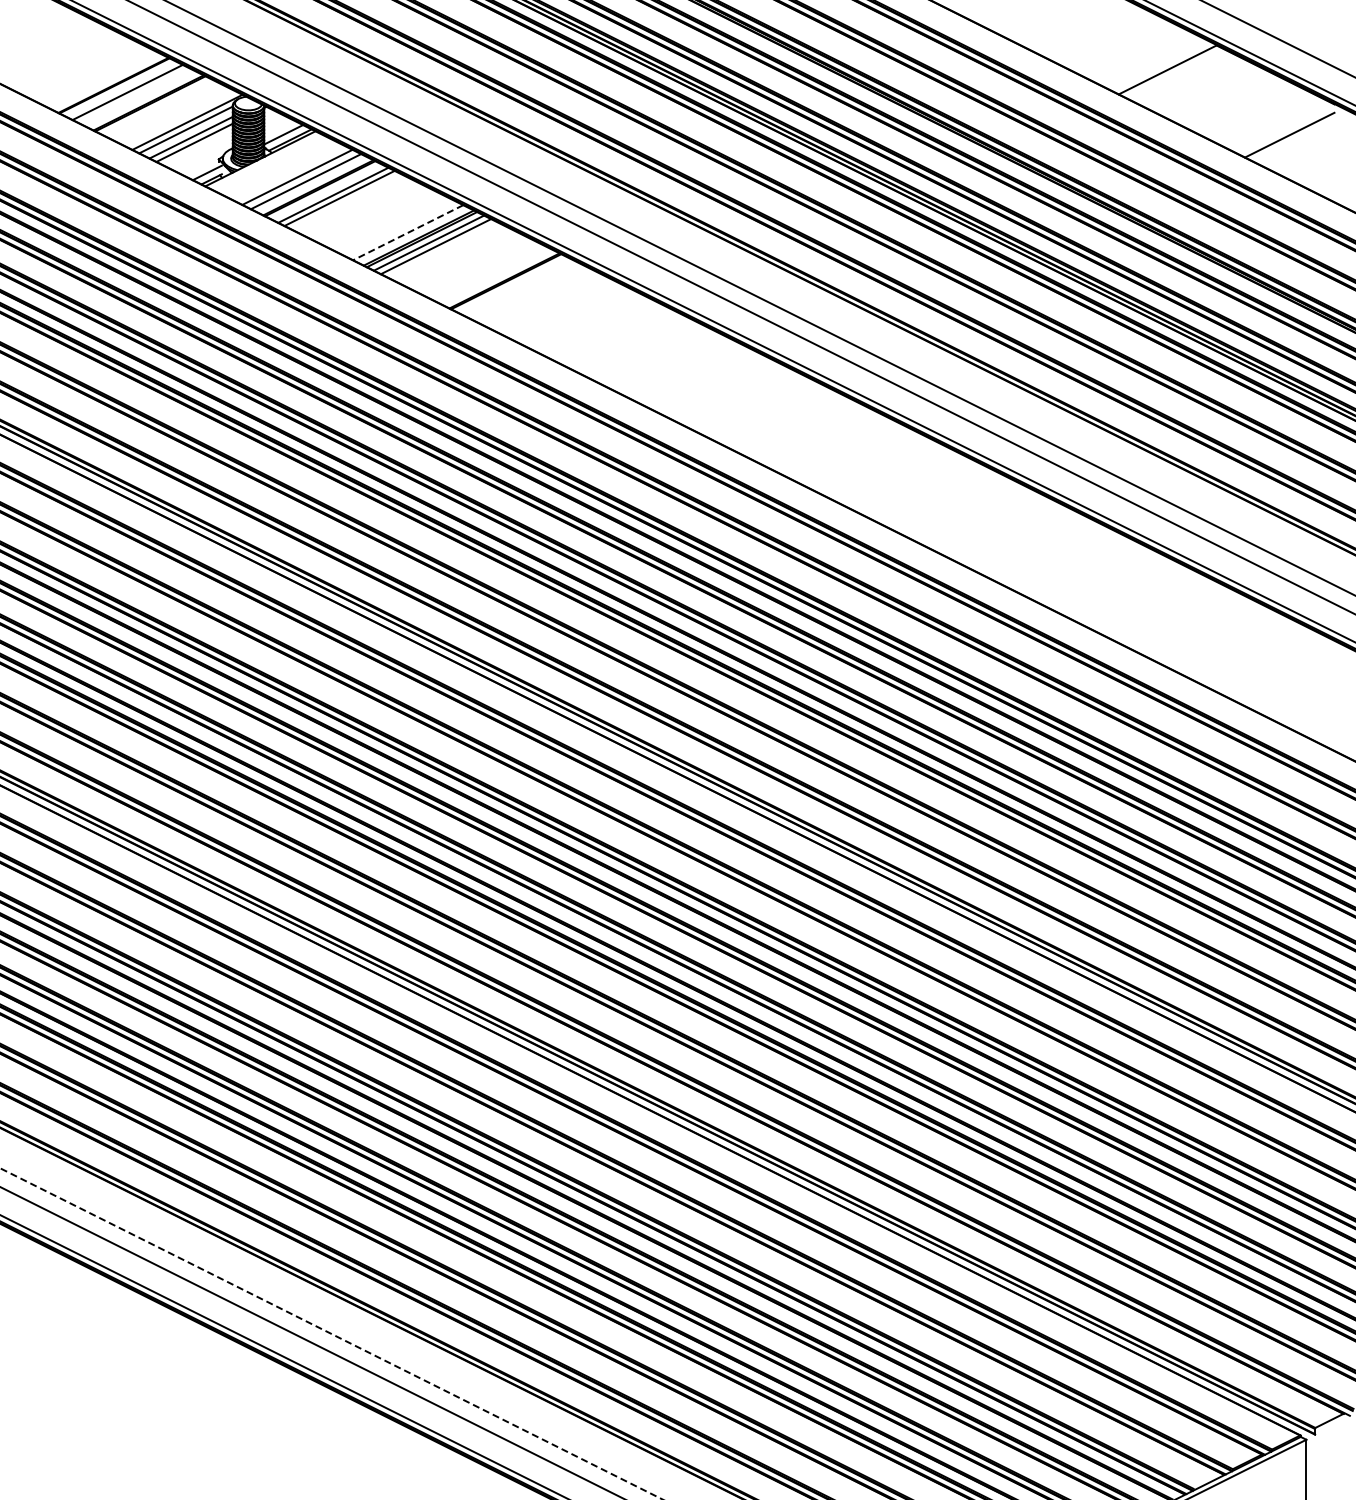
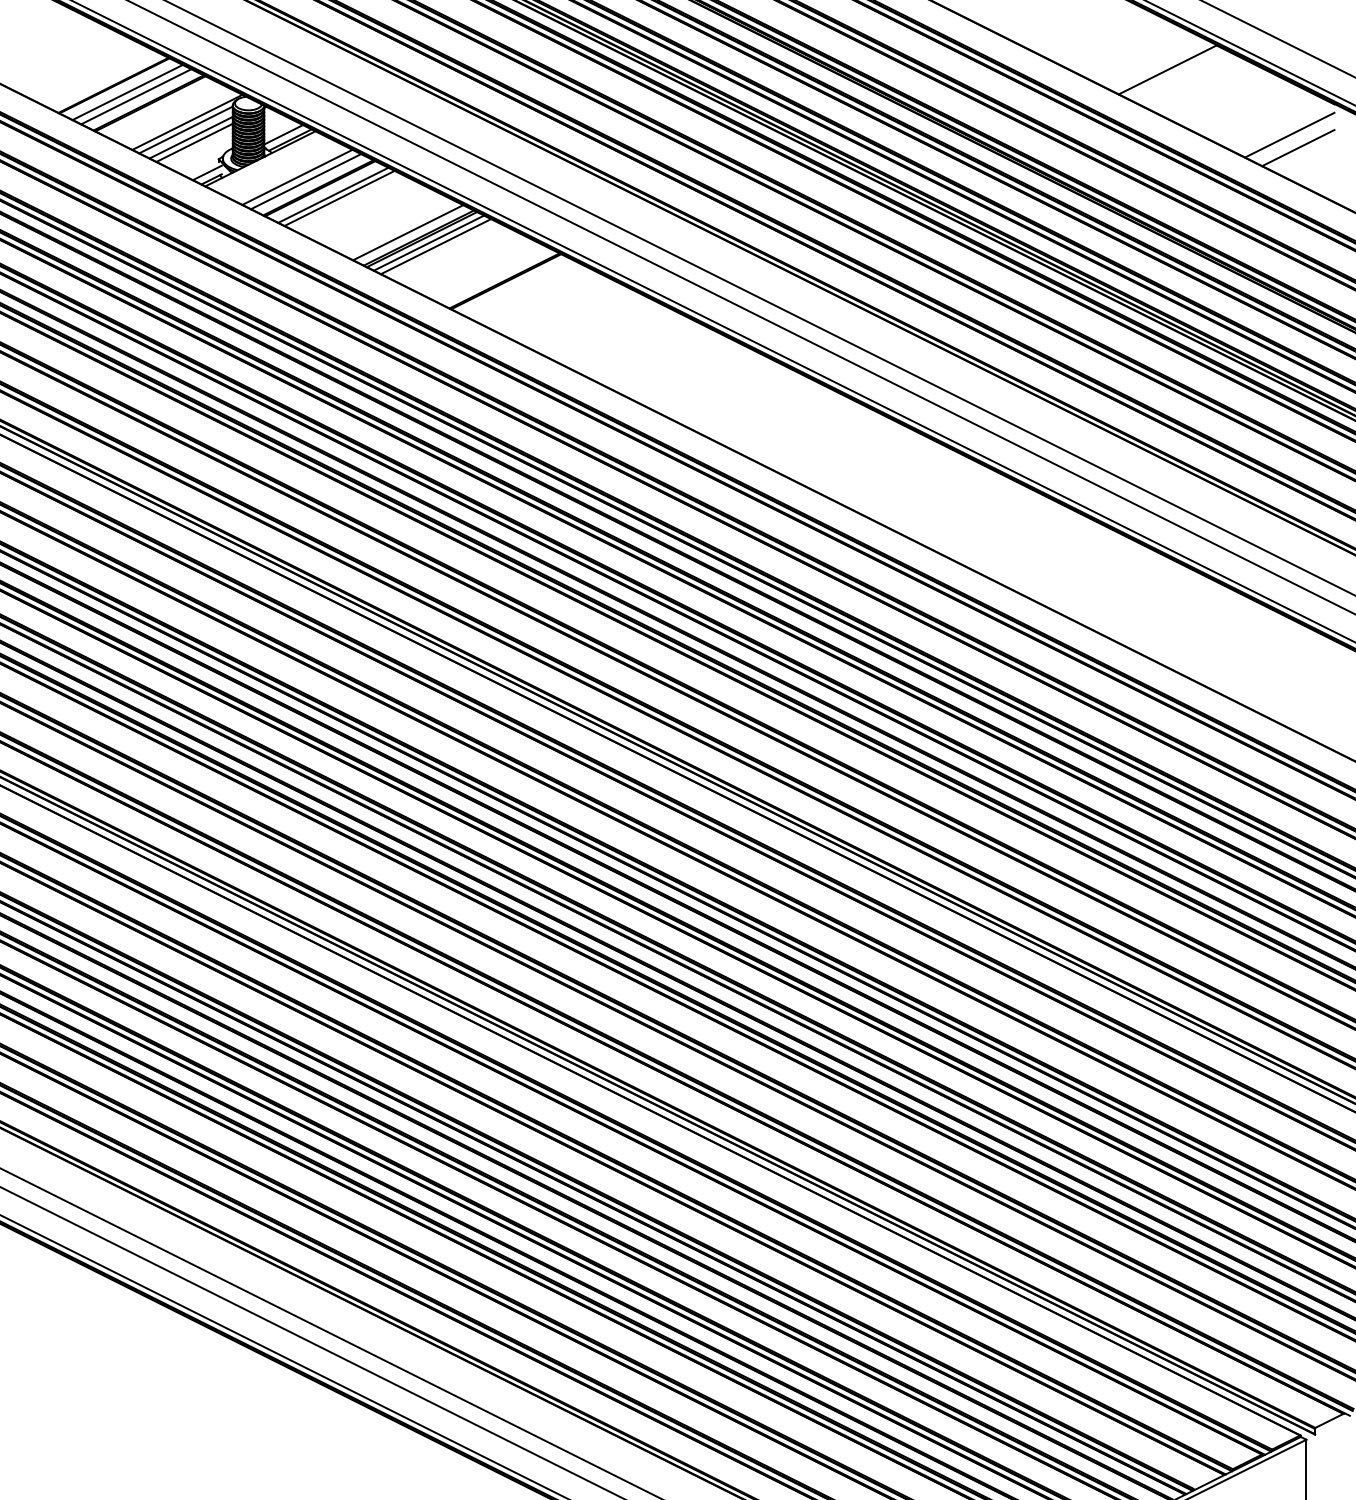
line at (136, 96): none -> present
line at (1298, 148): none -> present
line at (408, 232): dashed -> solid
line at (332, 1334): dashed -> solid
